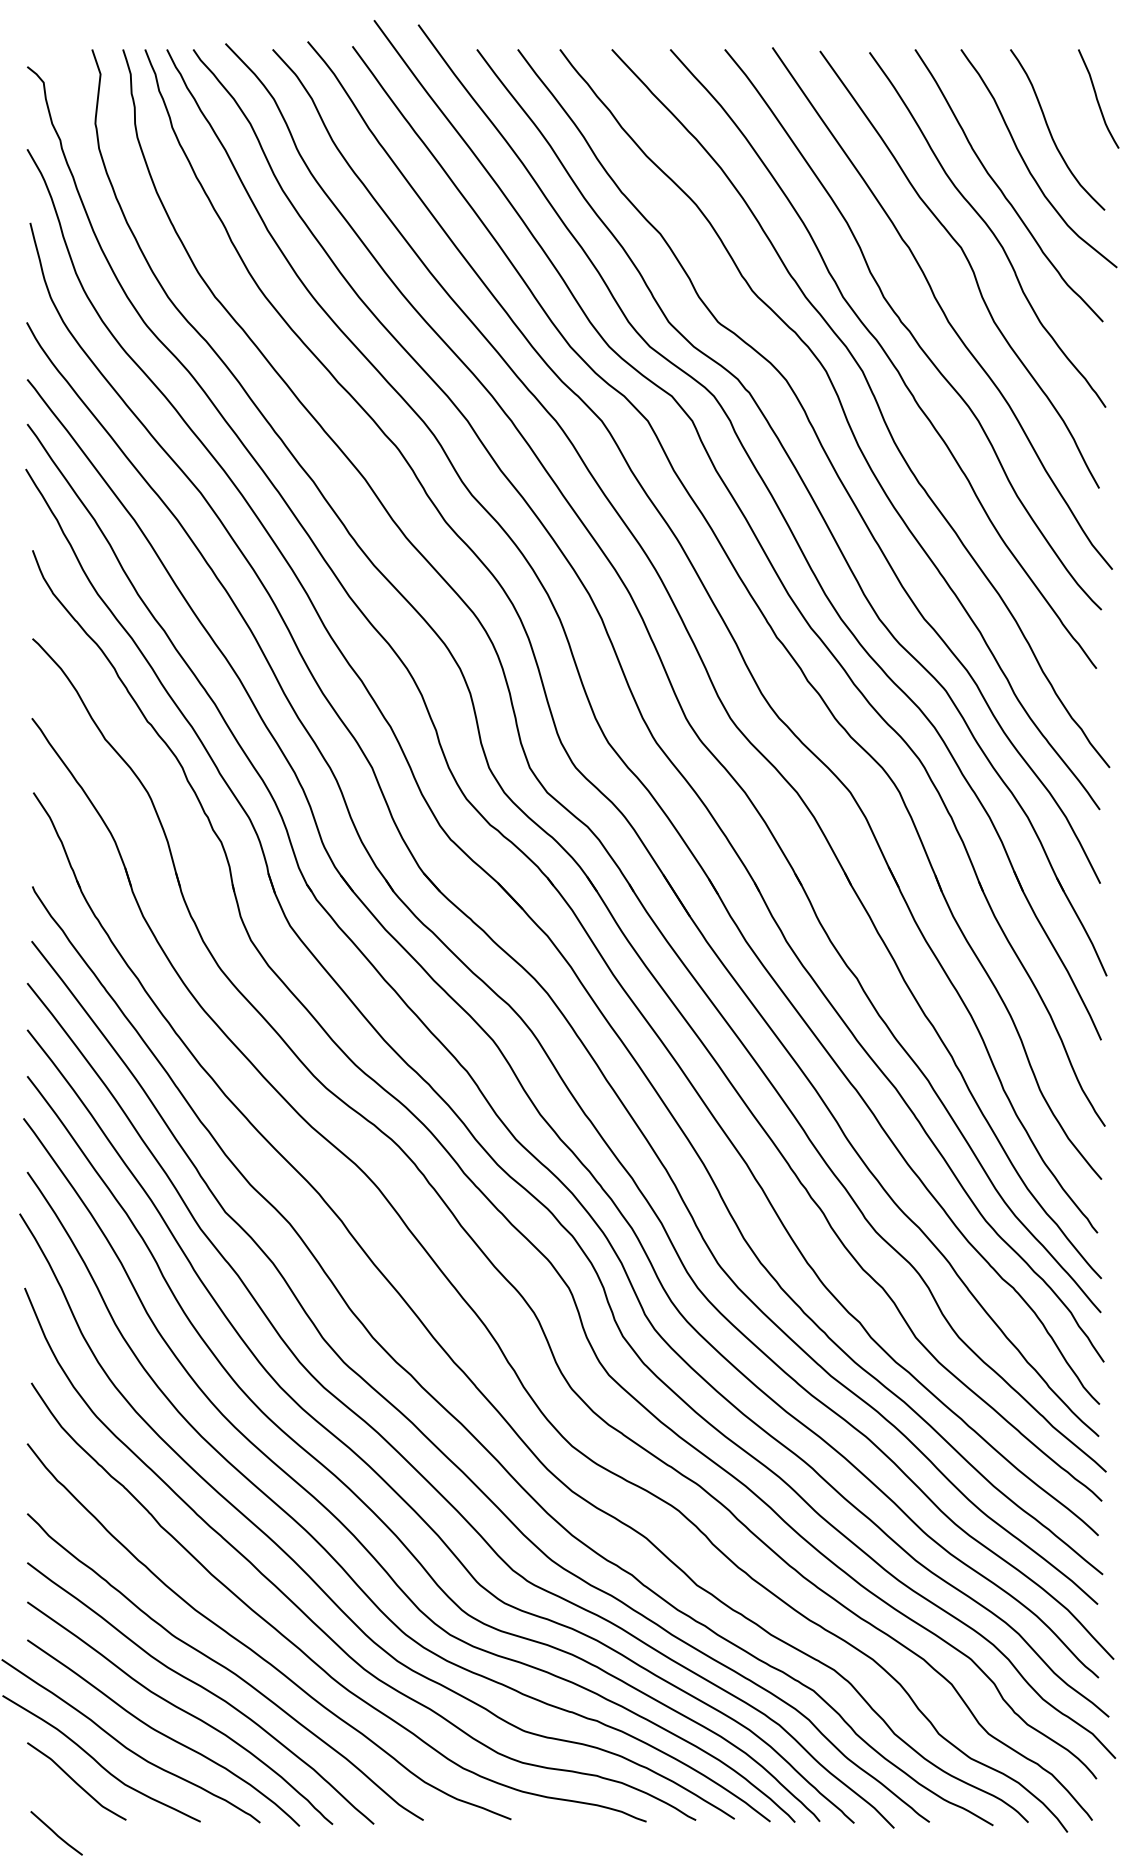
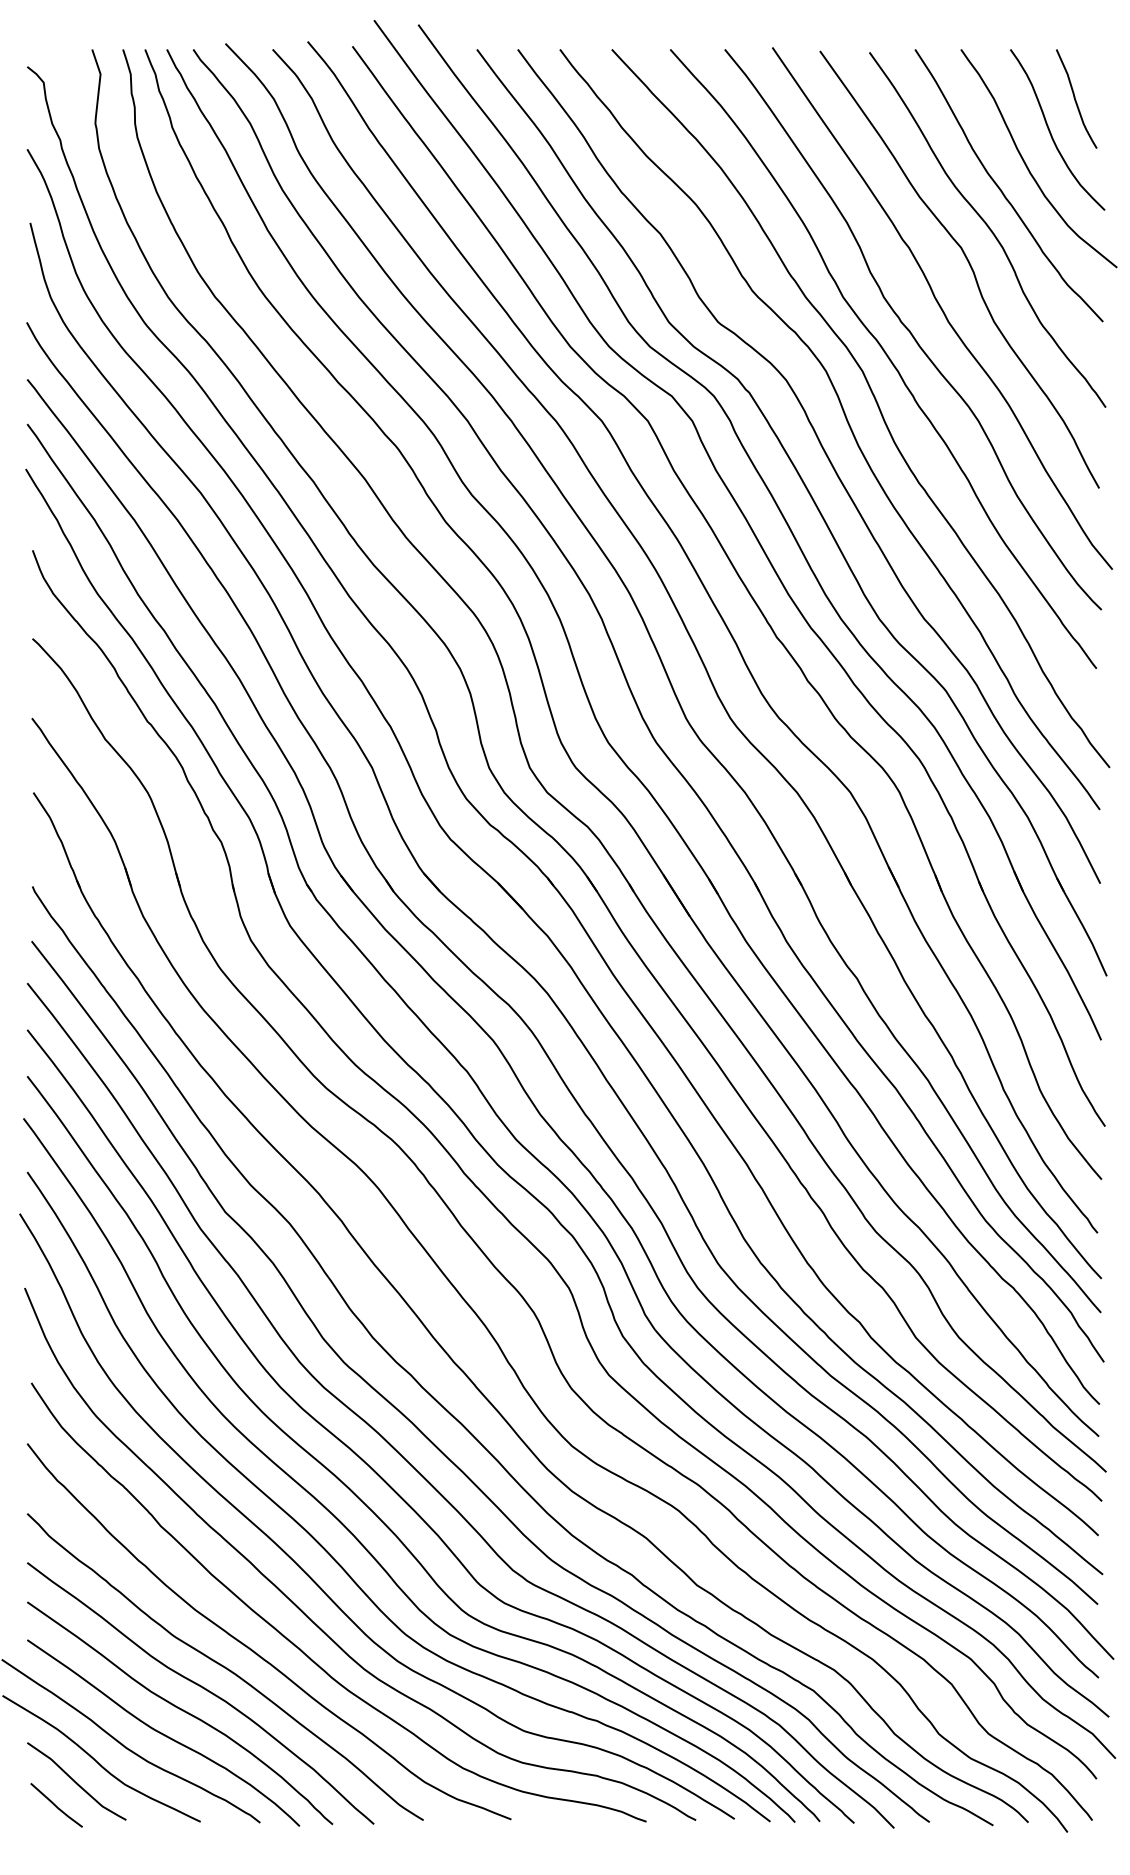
curve at (1097, 98) position: (1097, 98) -> (1075, 98)
line at (56, 1833) position: (56, 1833) -> (56, 1805)
